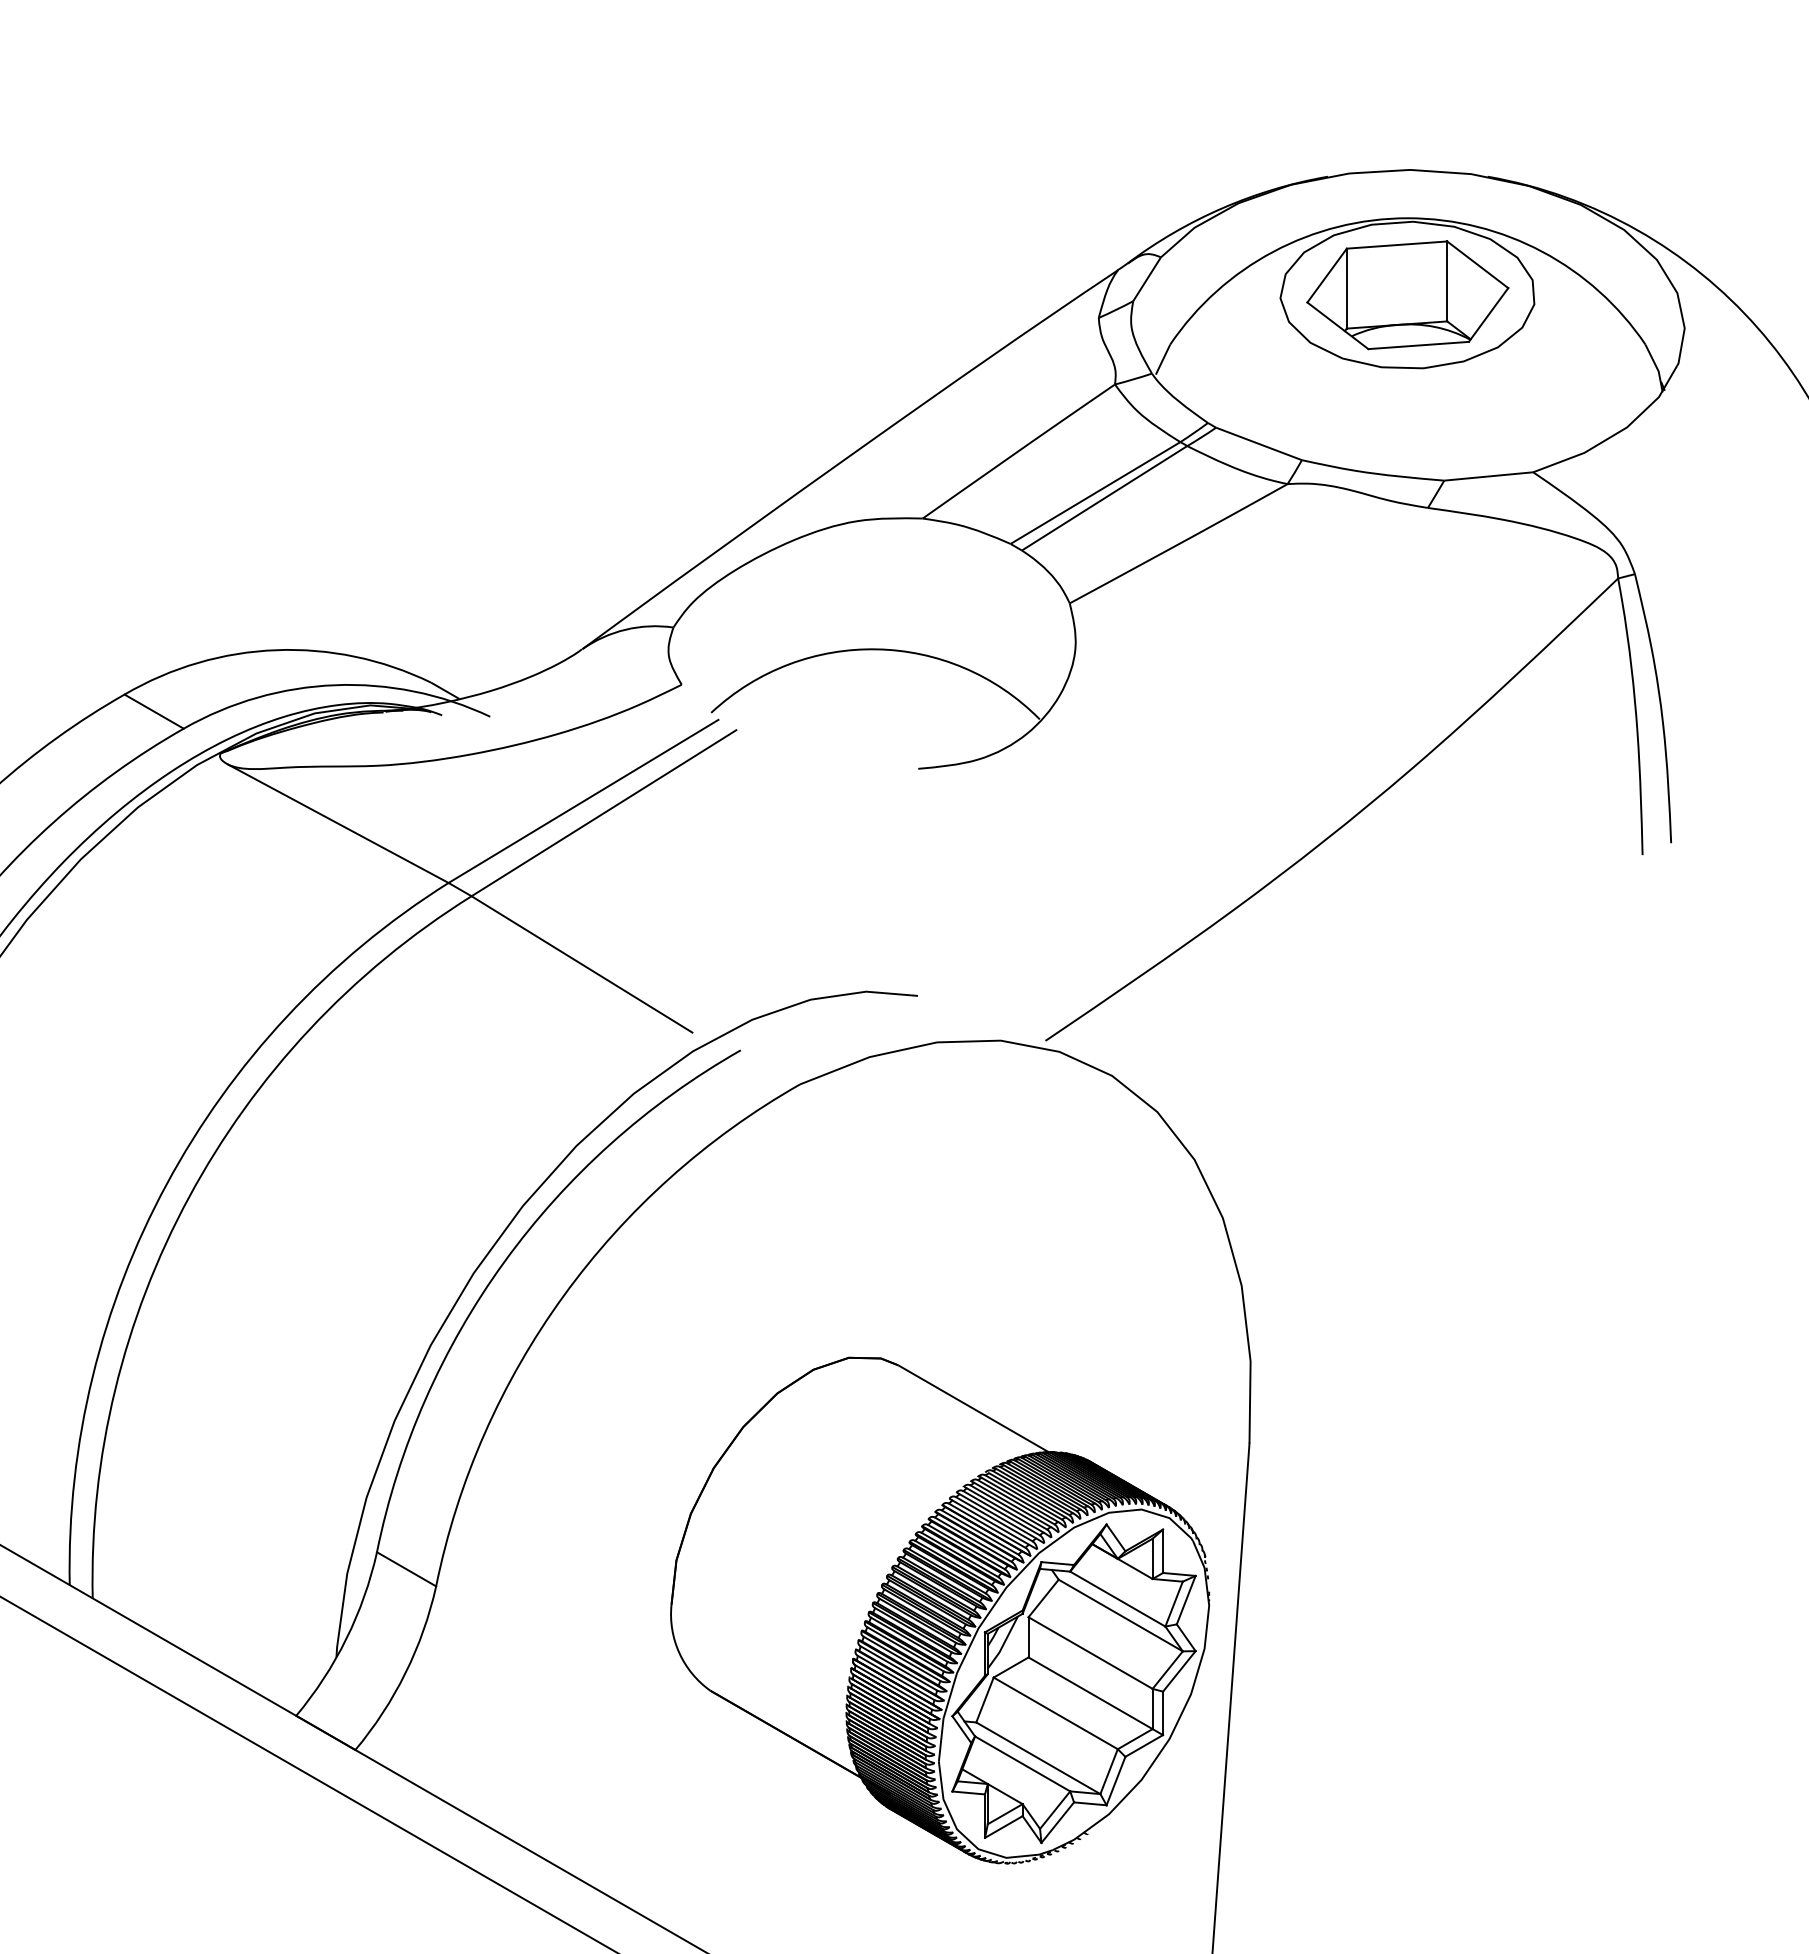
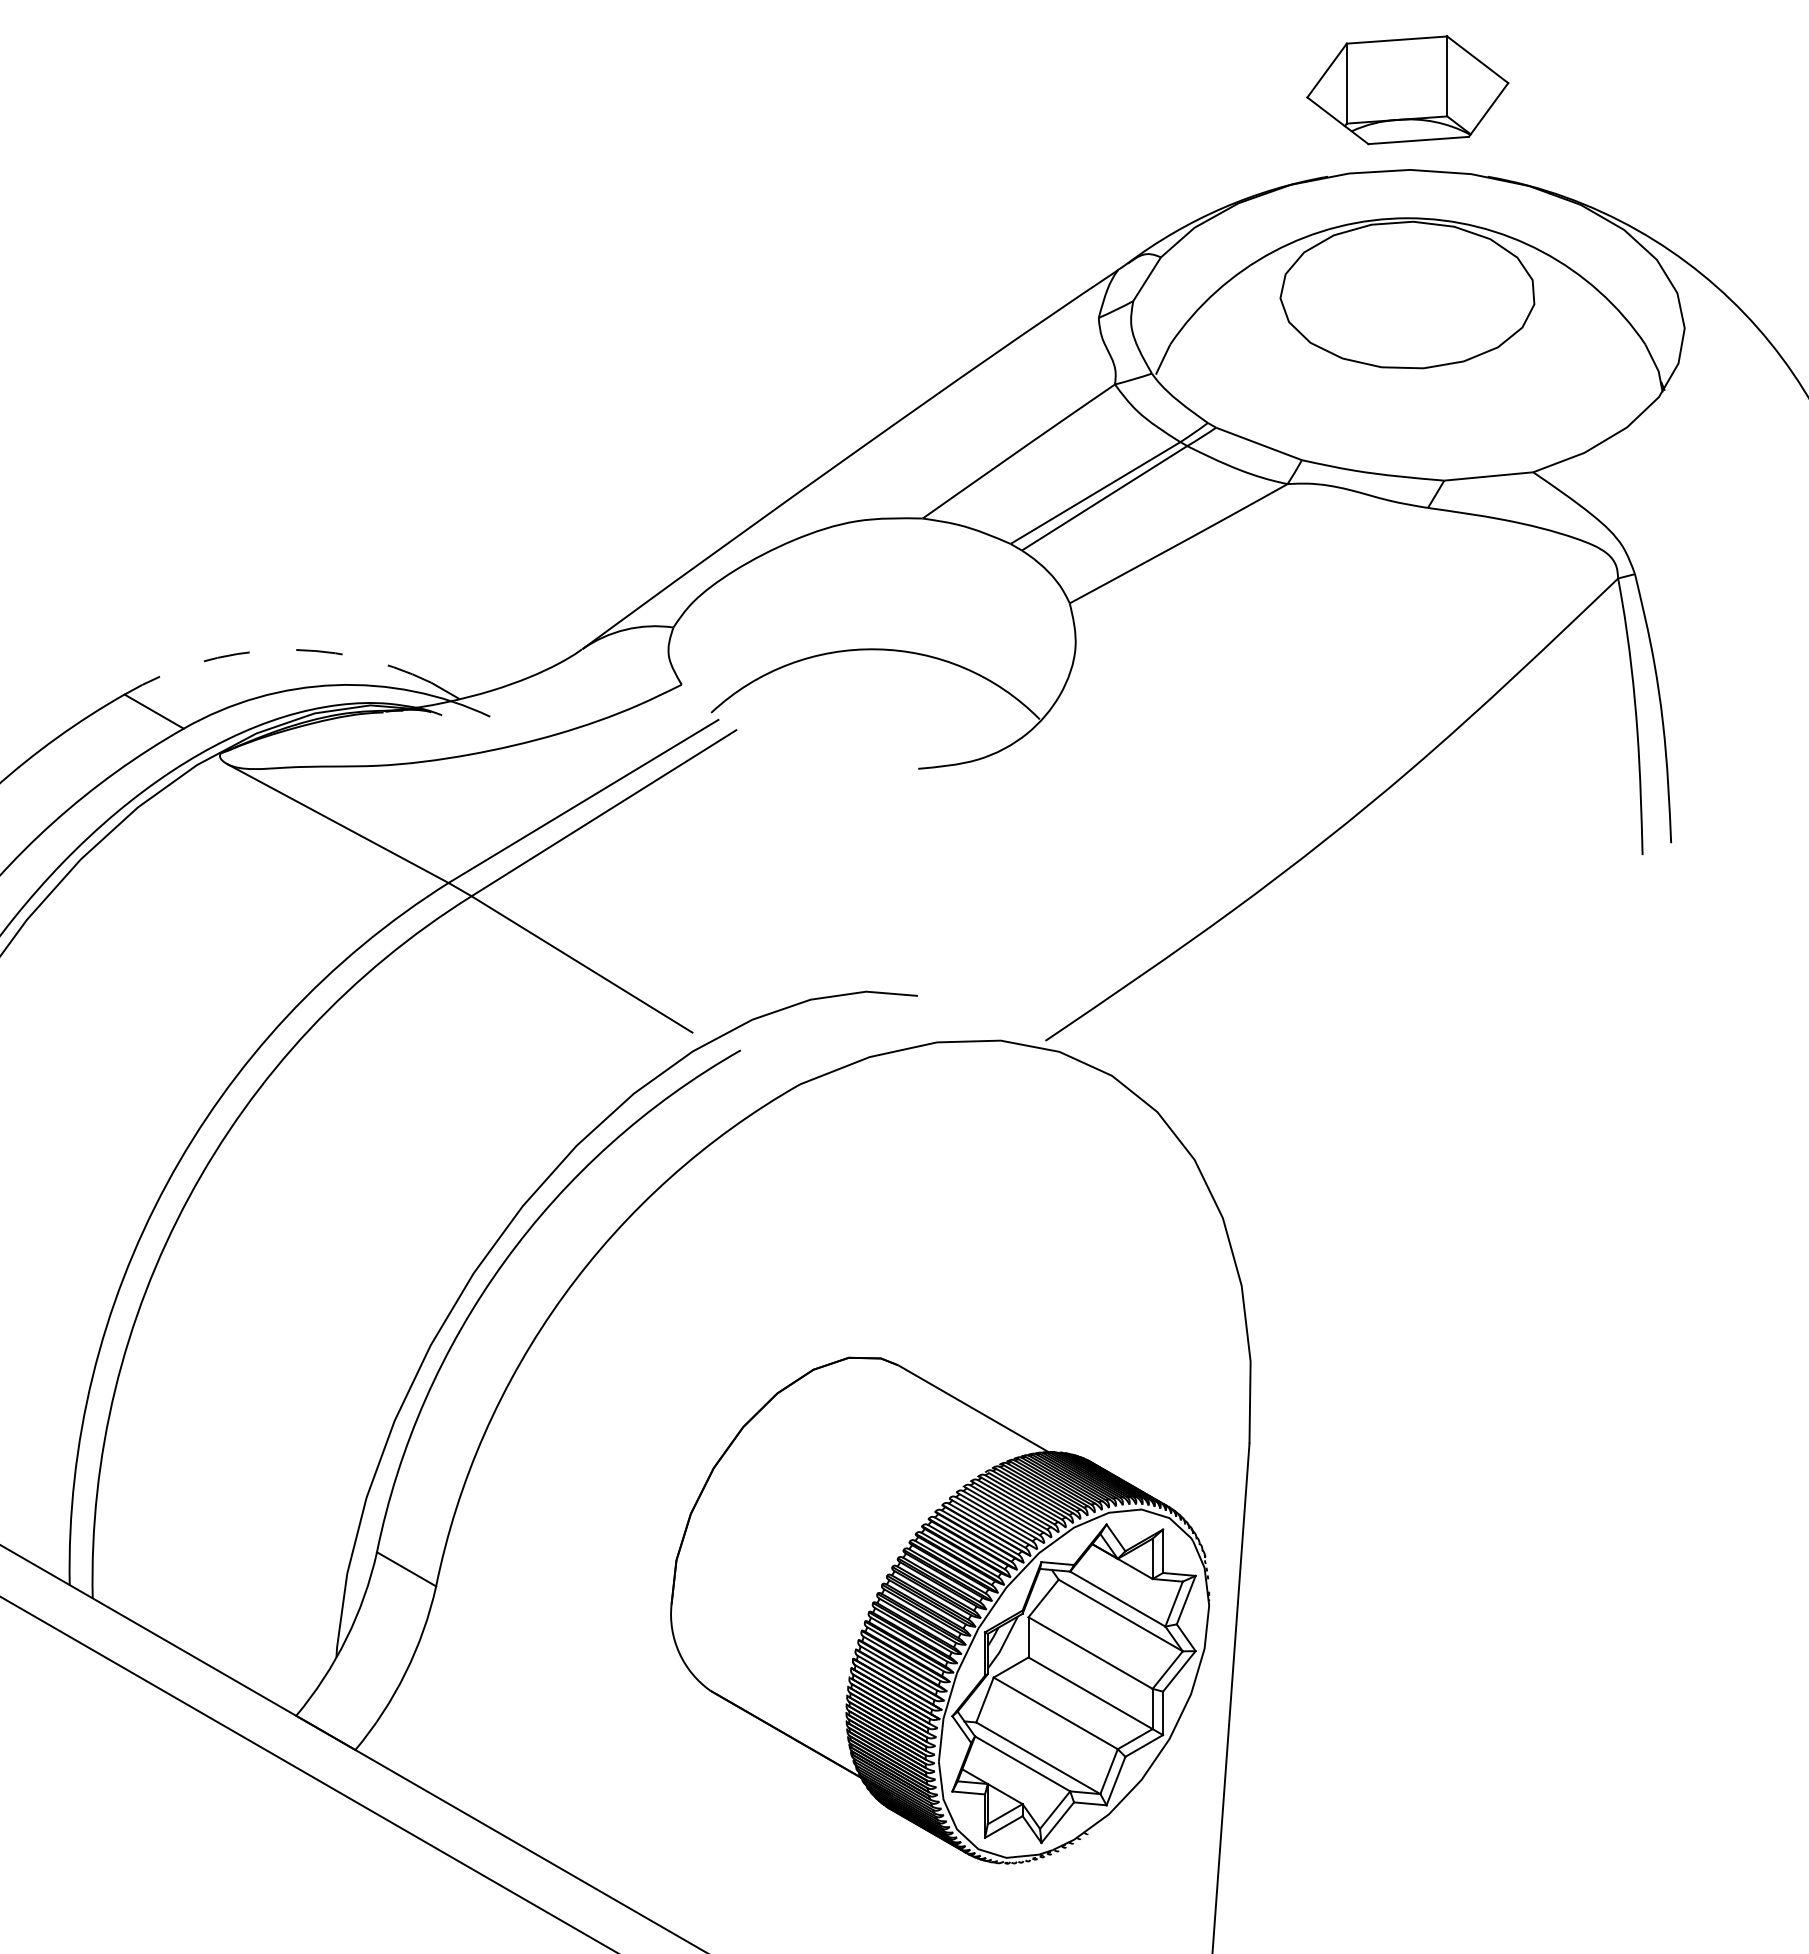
part at (1407, 295) position: (1407, 295) -> (1407, 90)
arc at (276, 650): solid -> dashed
